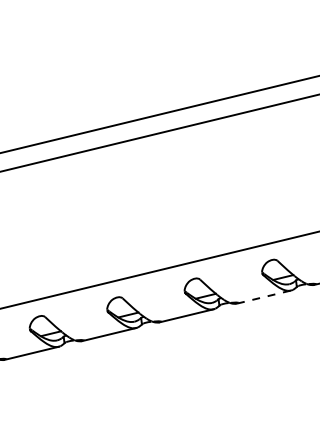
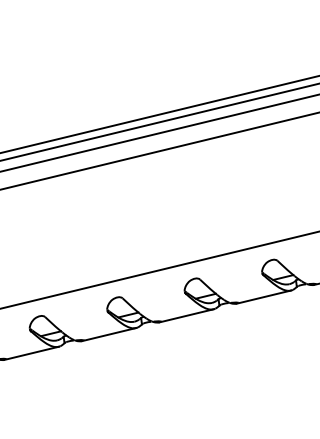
line at (159, 122): none -> present
line at (159, 151): none -> present
line at (264, 297): dashed -> solid
